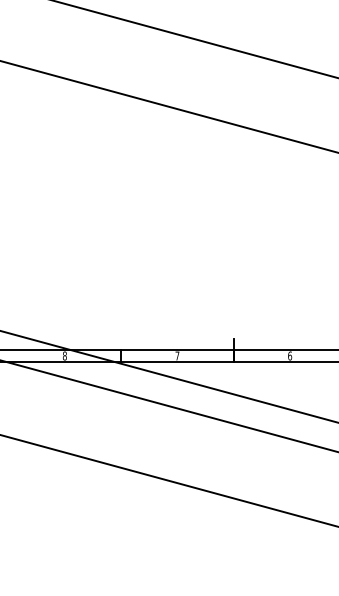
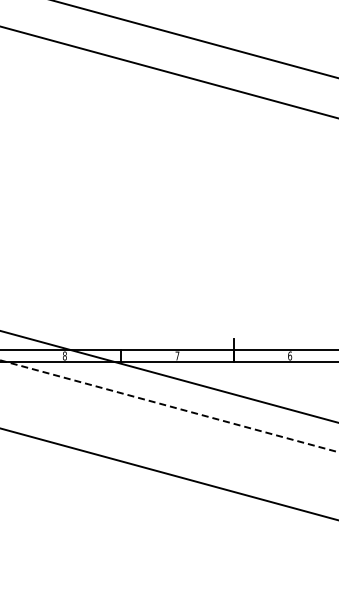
line at (168, 106) position: (168, 106) -> (168, 72)
line at (169, 406): solid -> dashed
line at (168, 480) position: (168, 480) -> (168, 473)
